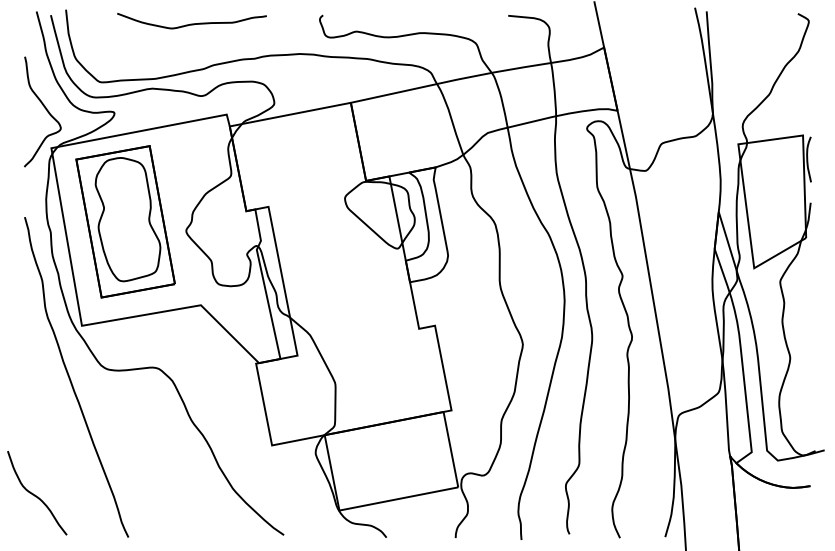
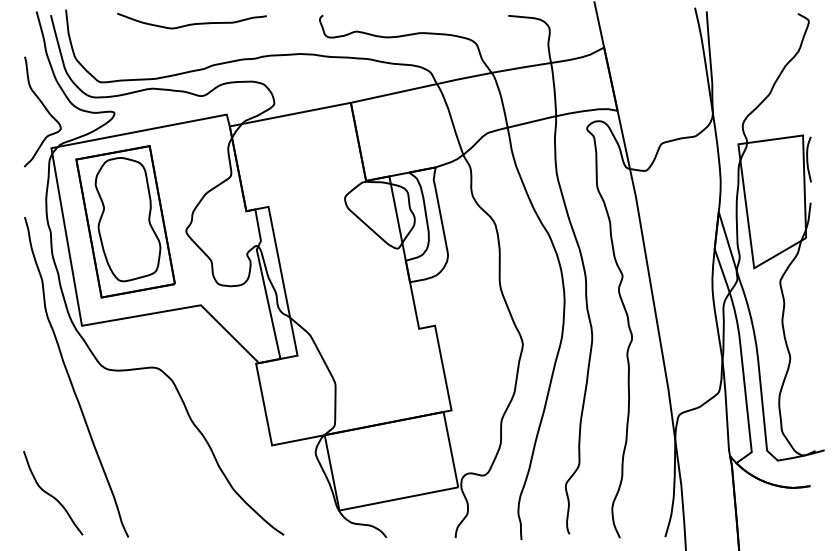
curve at (35, 494) position: (35, 494) -> (51, 494)
